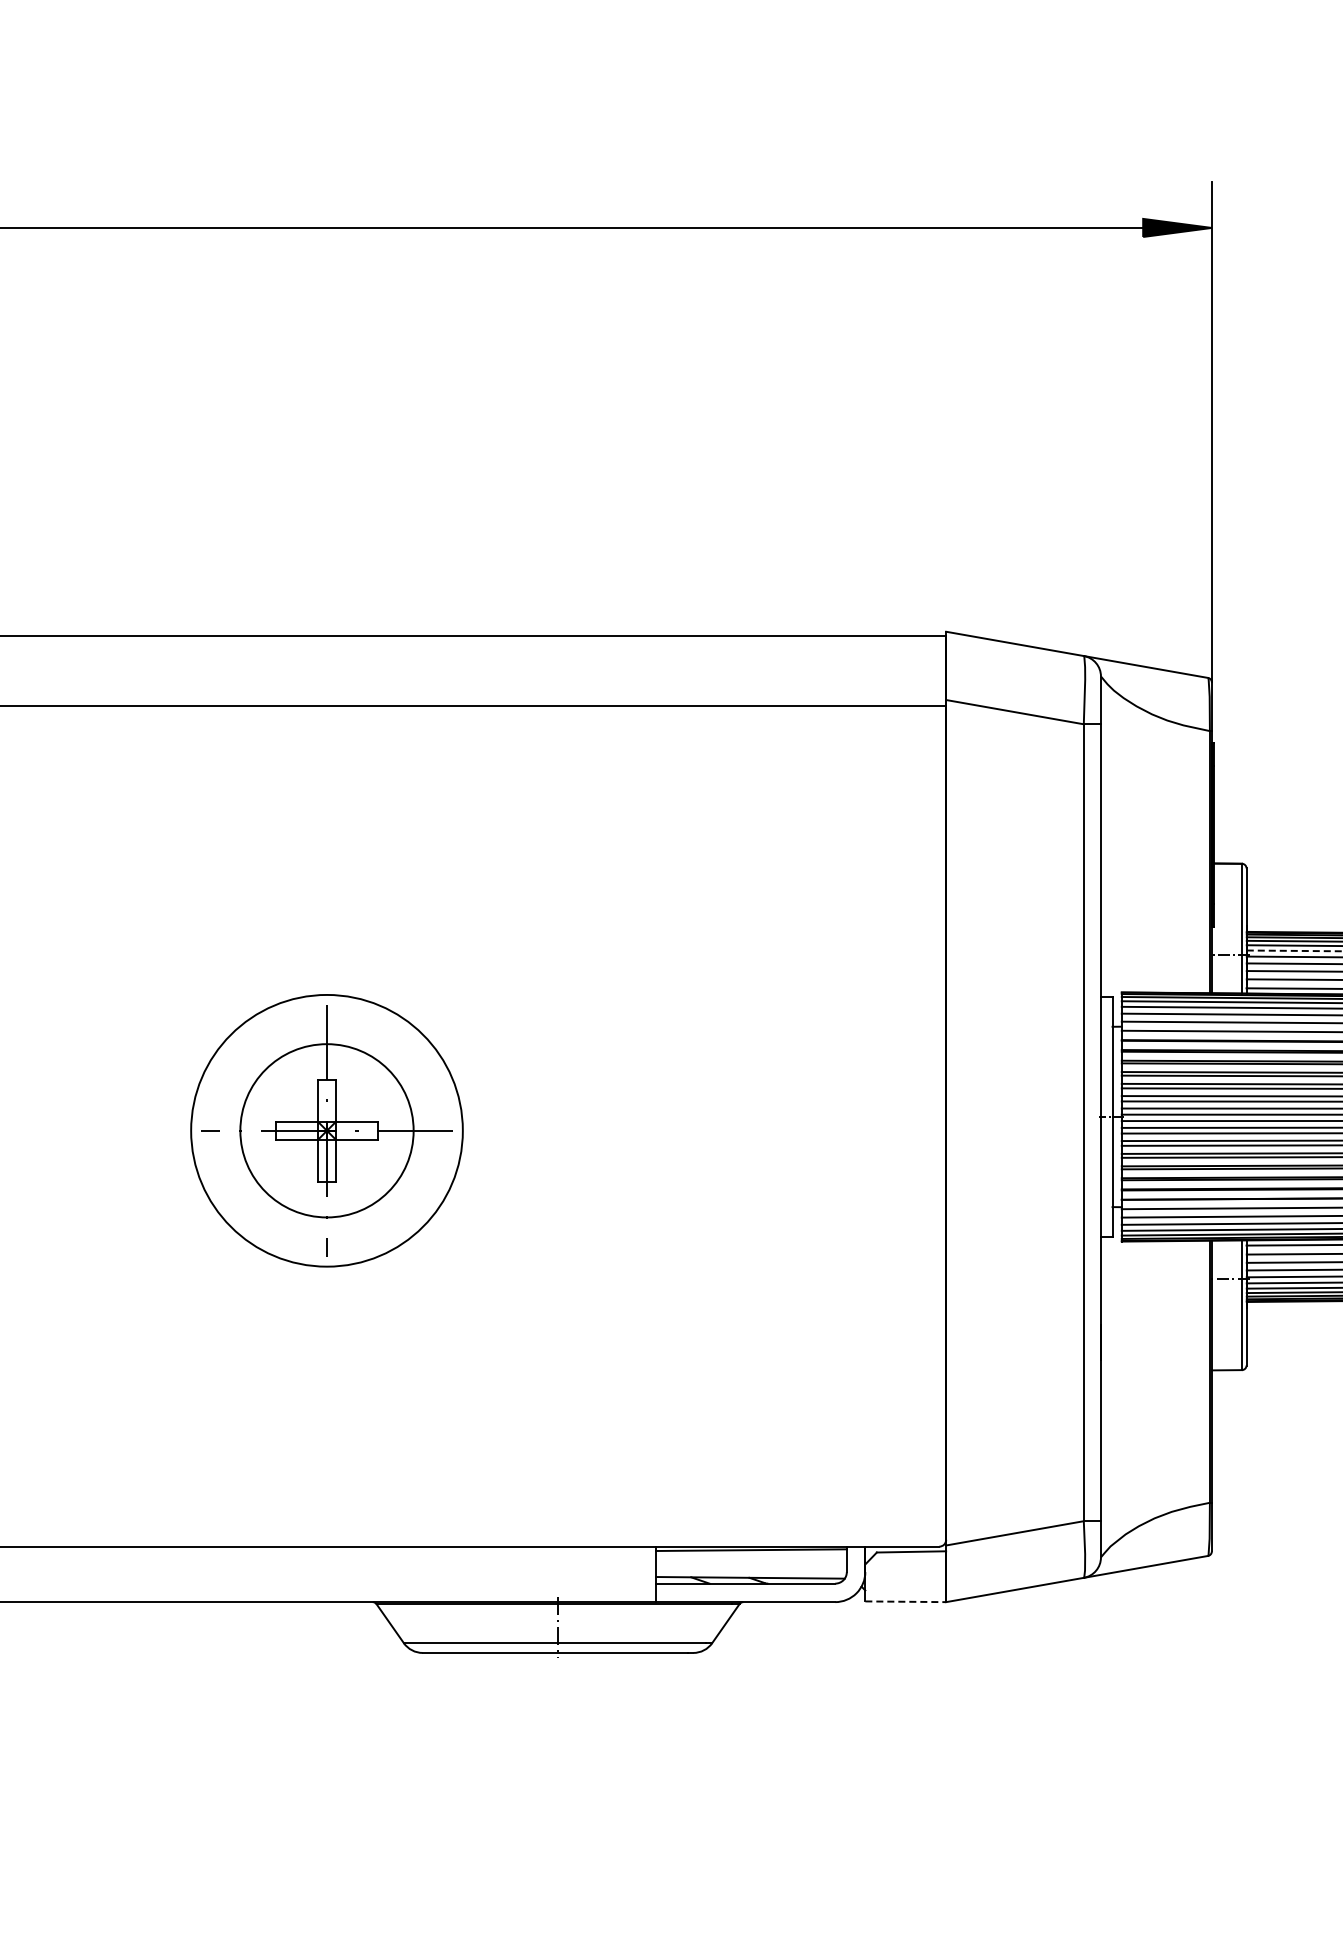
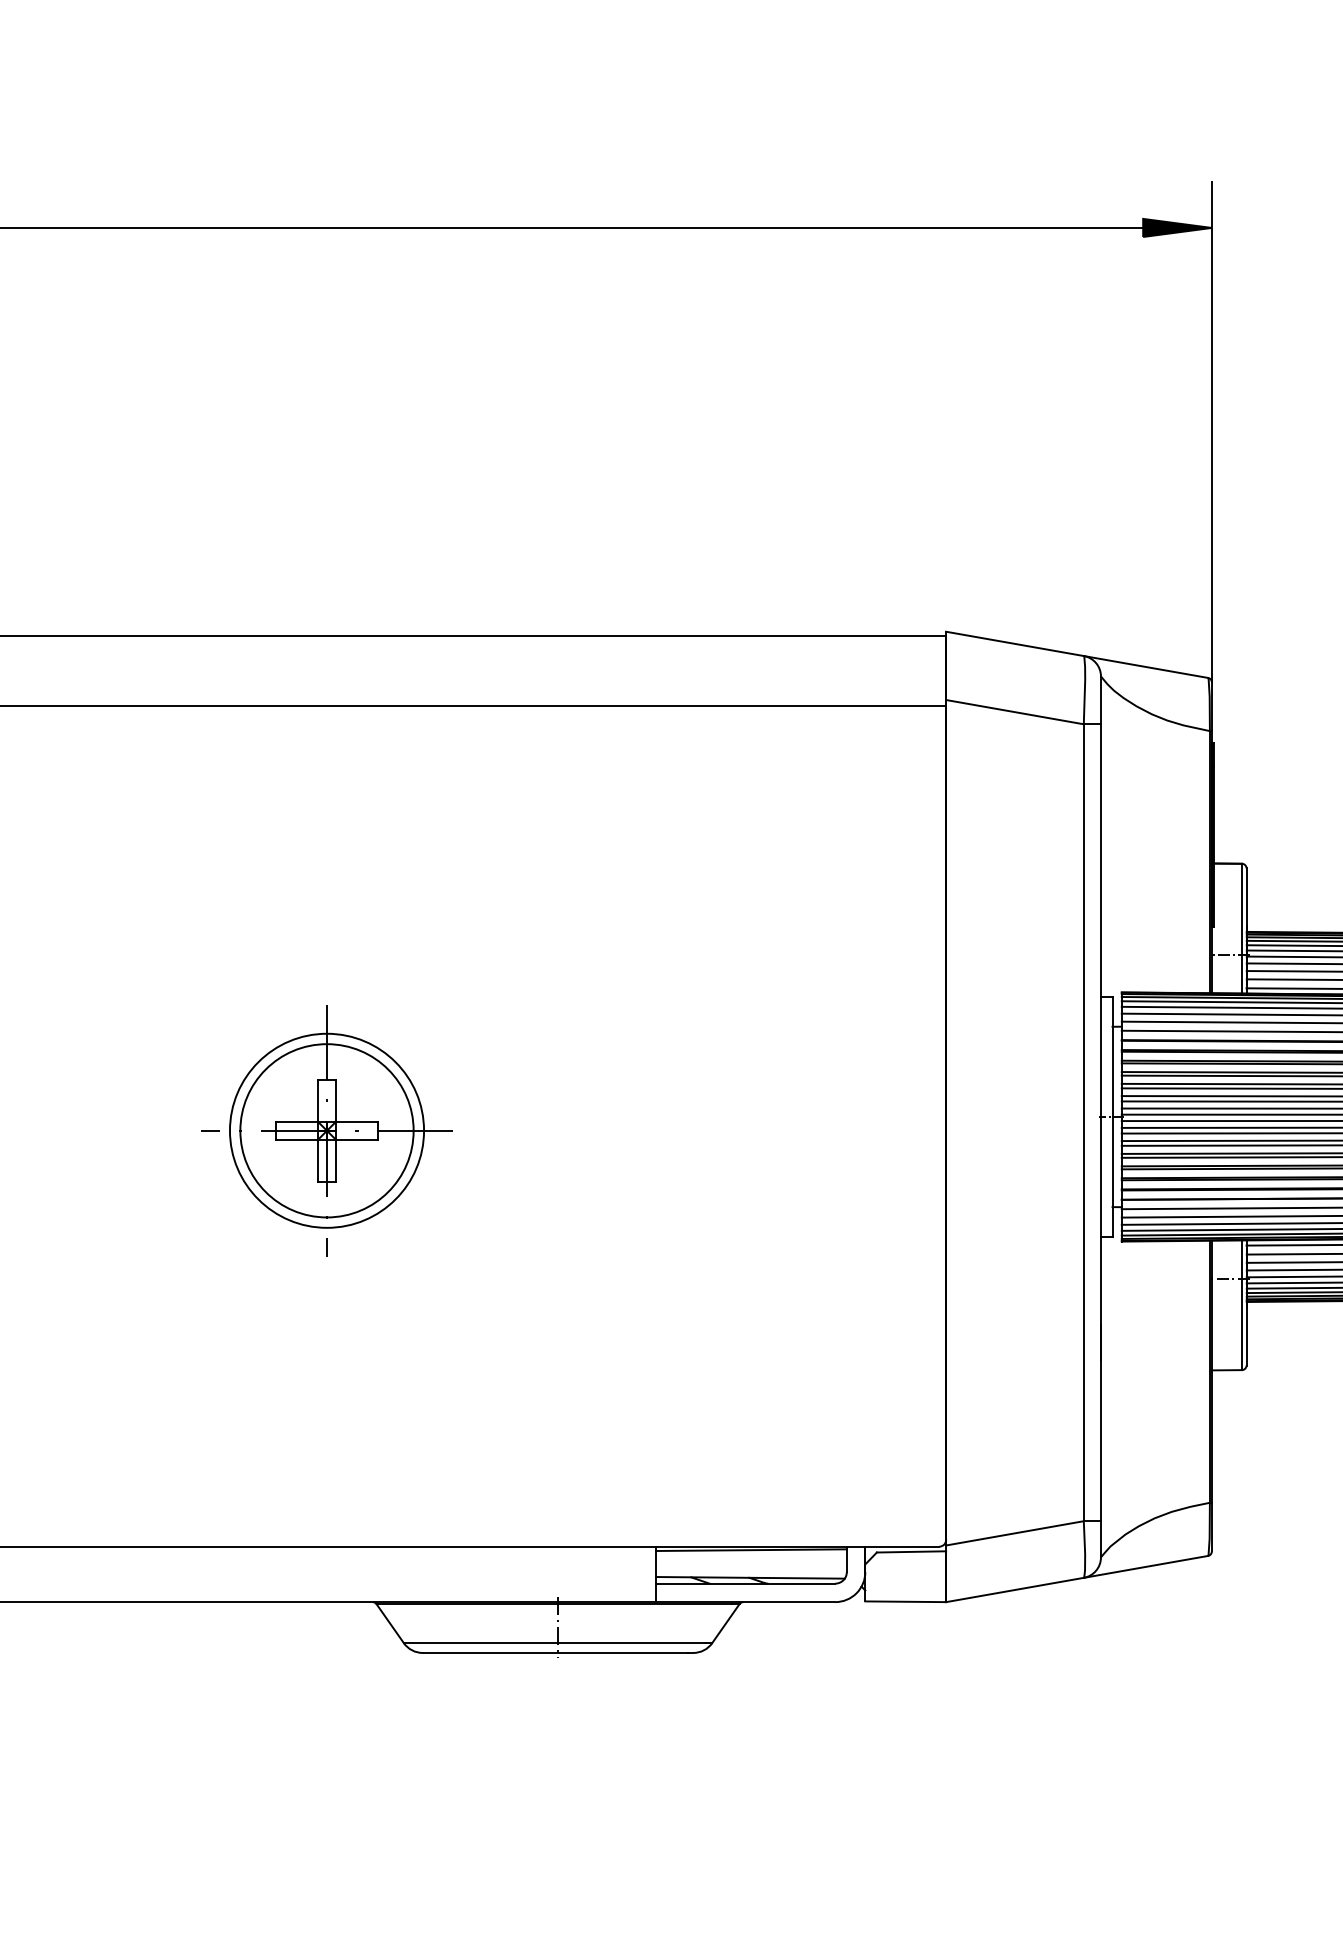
line at (1294, 950): dashed -> solid
circle at (326, 1130) diameter: 272 px -> 194 px
line at (906, 1601): dashed -> solid
